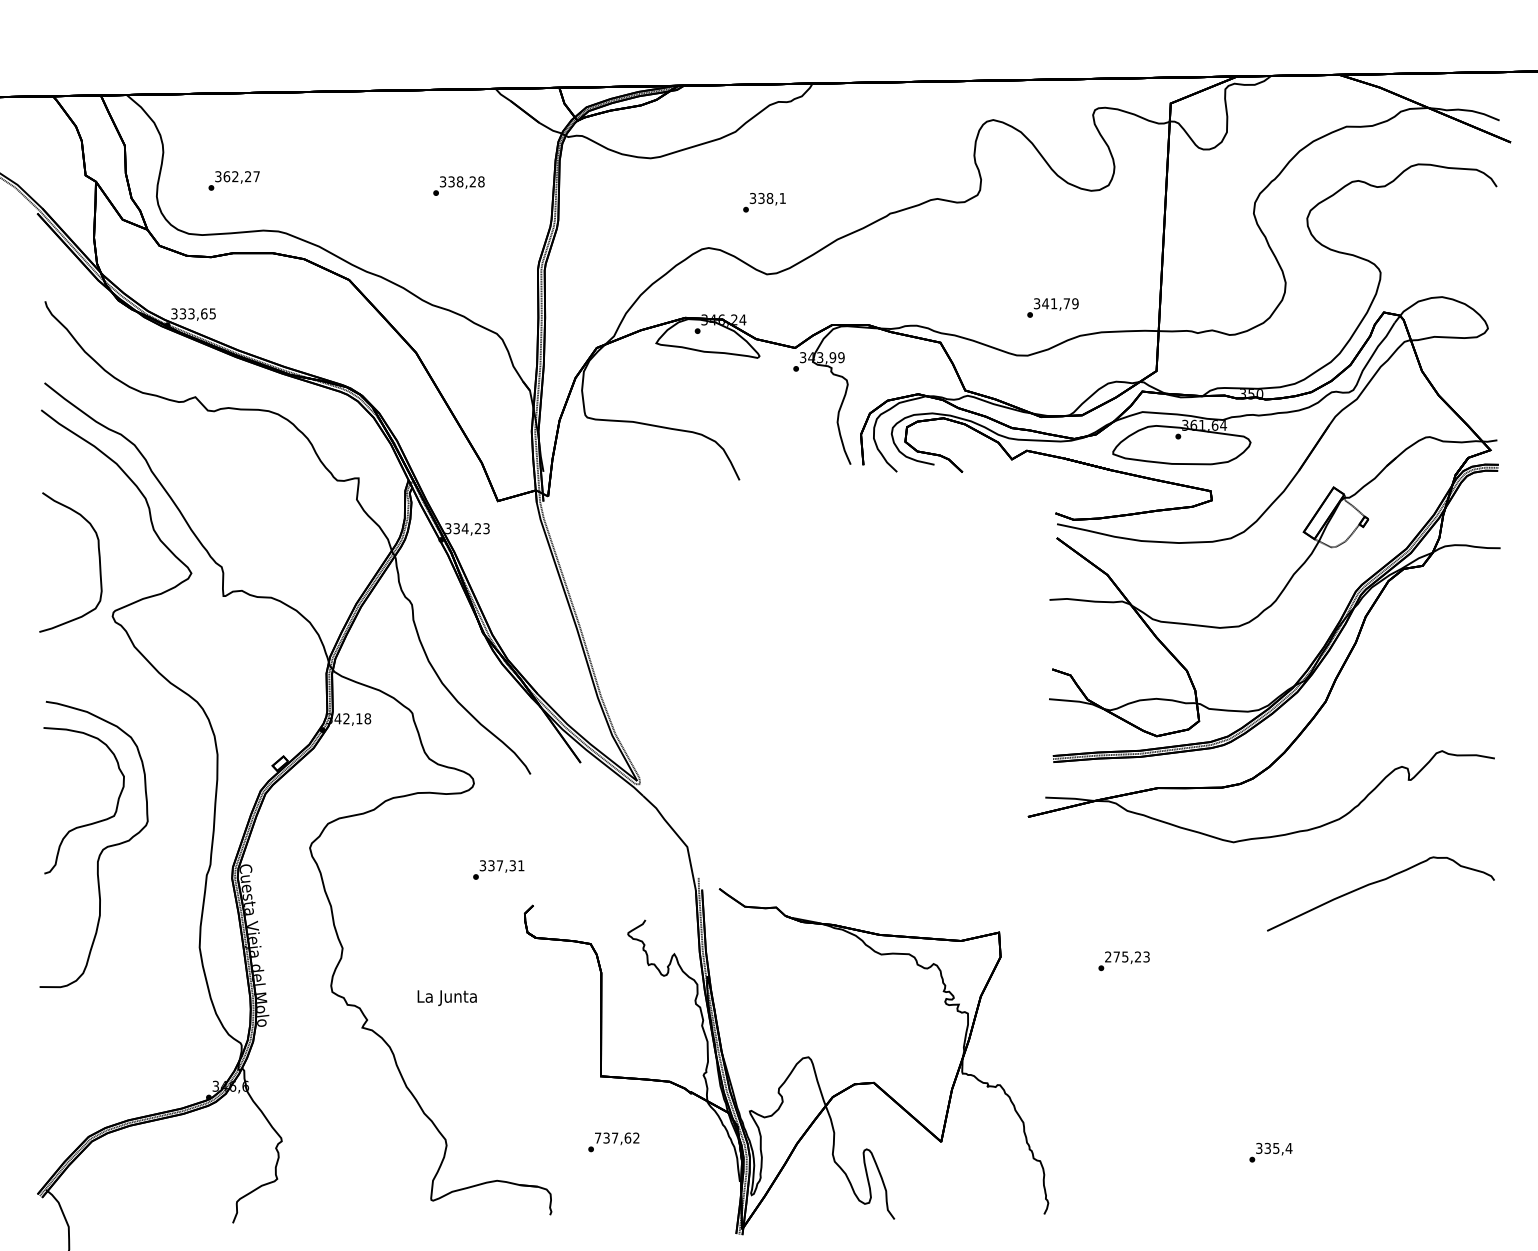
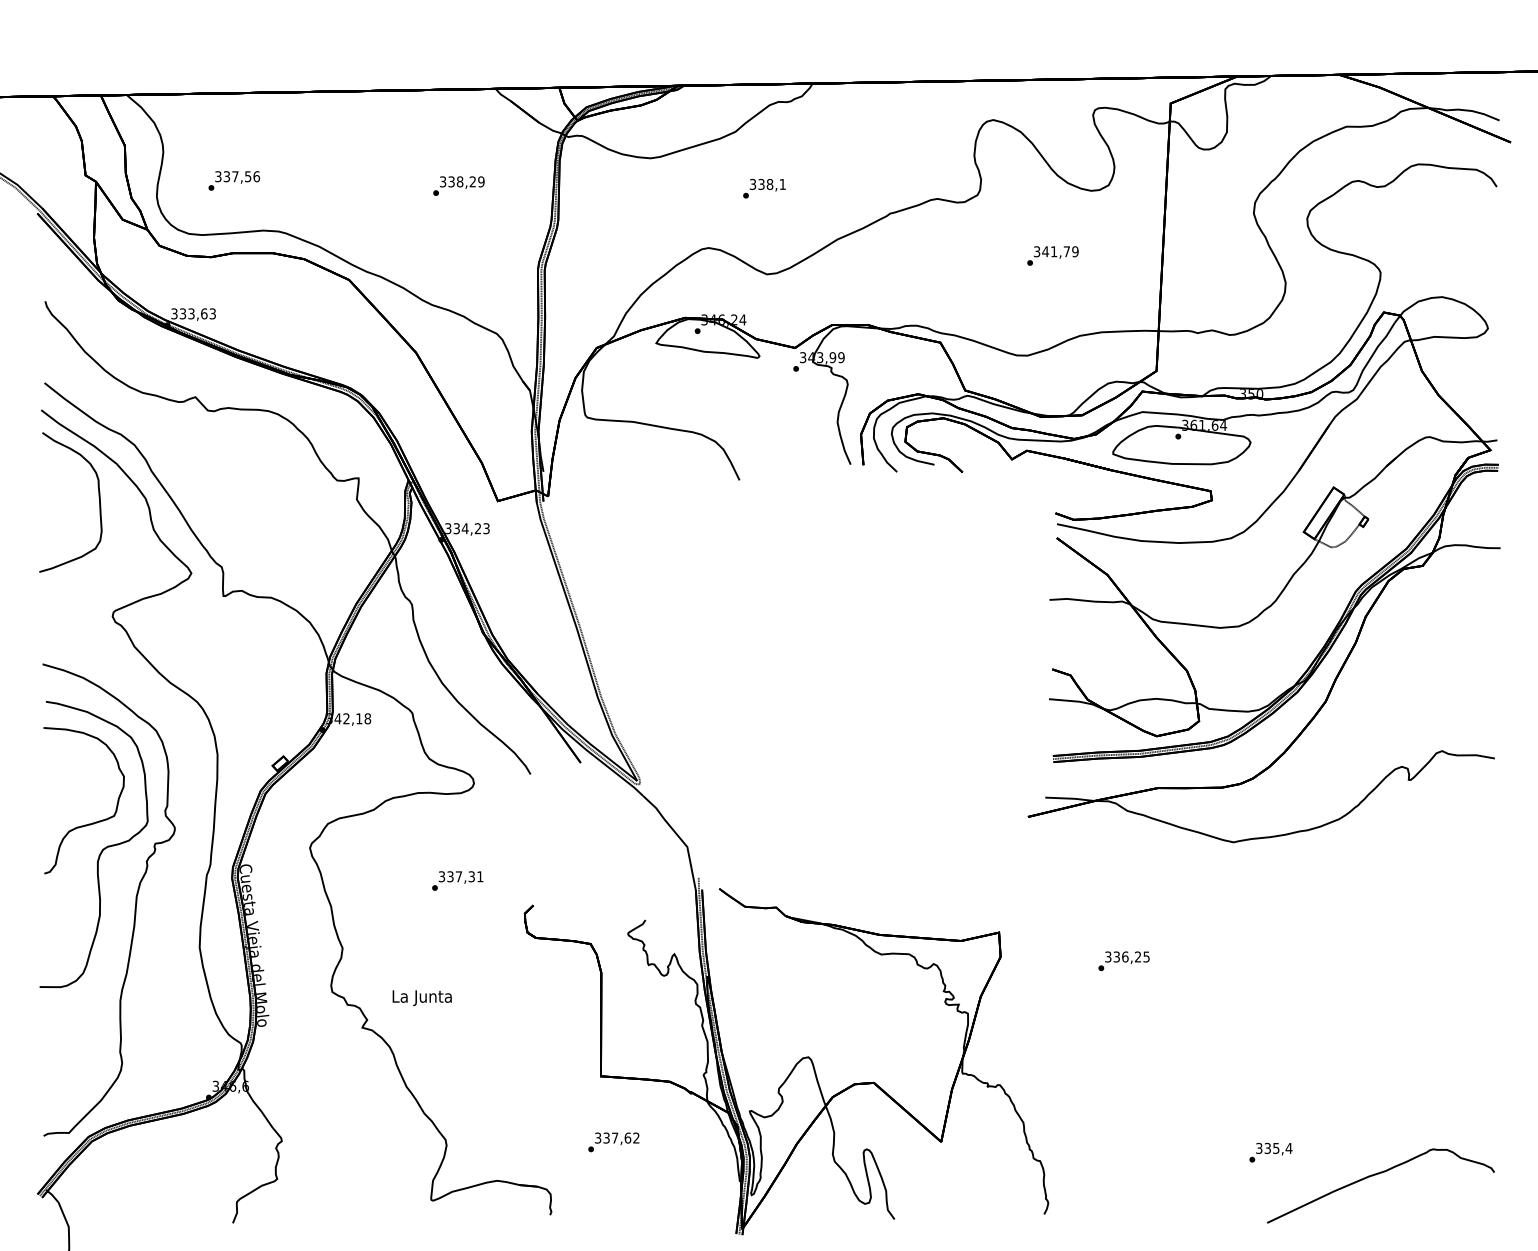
text at (241, 176): 362,27 -> 337,56
text at (481, 181): 338,28 -> 338,29
text at (764, 202) position: (764, 202) -> (764, 188)
text at (1052, 307) position: (1052, 307) -> (1052, 255)
text at (212, 313): 333,65 -> 333,63
curve at (98, 558) position: (98, 558) -> (98, 498)
text at (498, 869) position: (498, 869) -> (457, 880)
part at (1379, 882) position: (1379, 882) -> (1379, 1174)
curve at (135, 899): none -> present
text at (1127, 956): 275,23 -> 336,25
text at (446, 997) position: (446, 997) -> (421, 997)
text at (598, 1137): 737,62 -> 337,62
